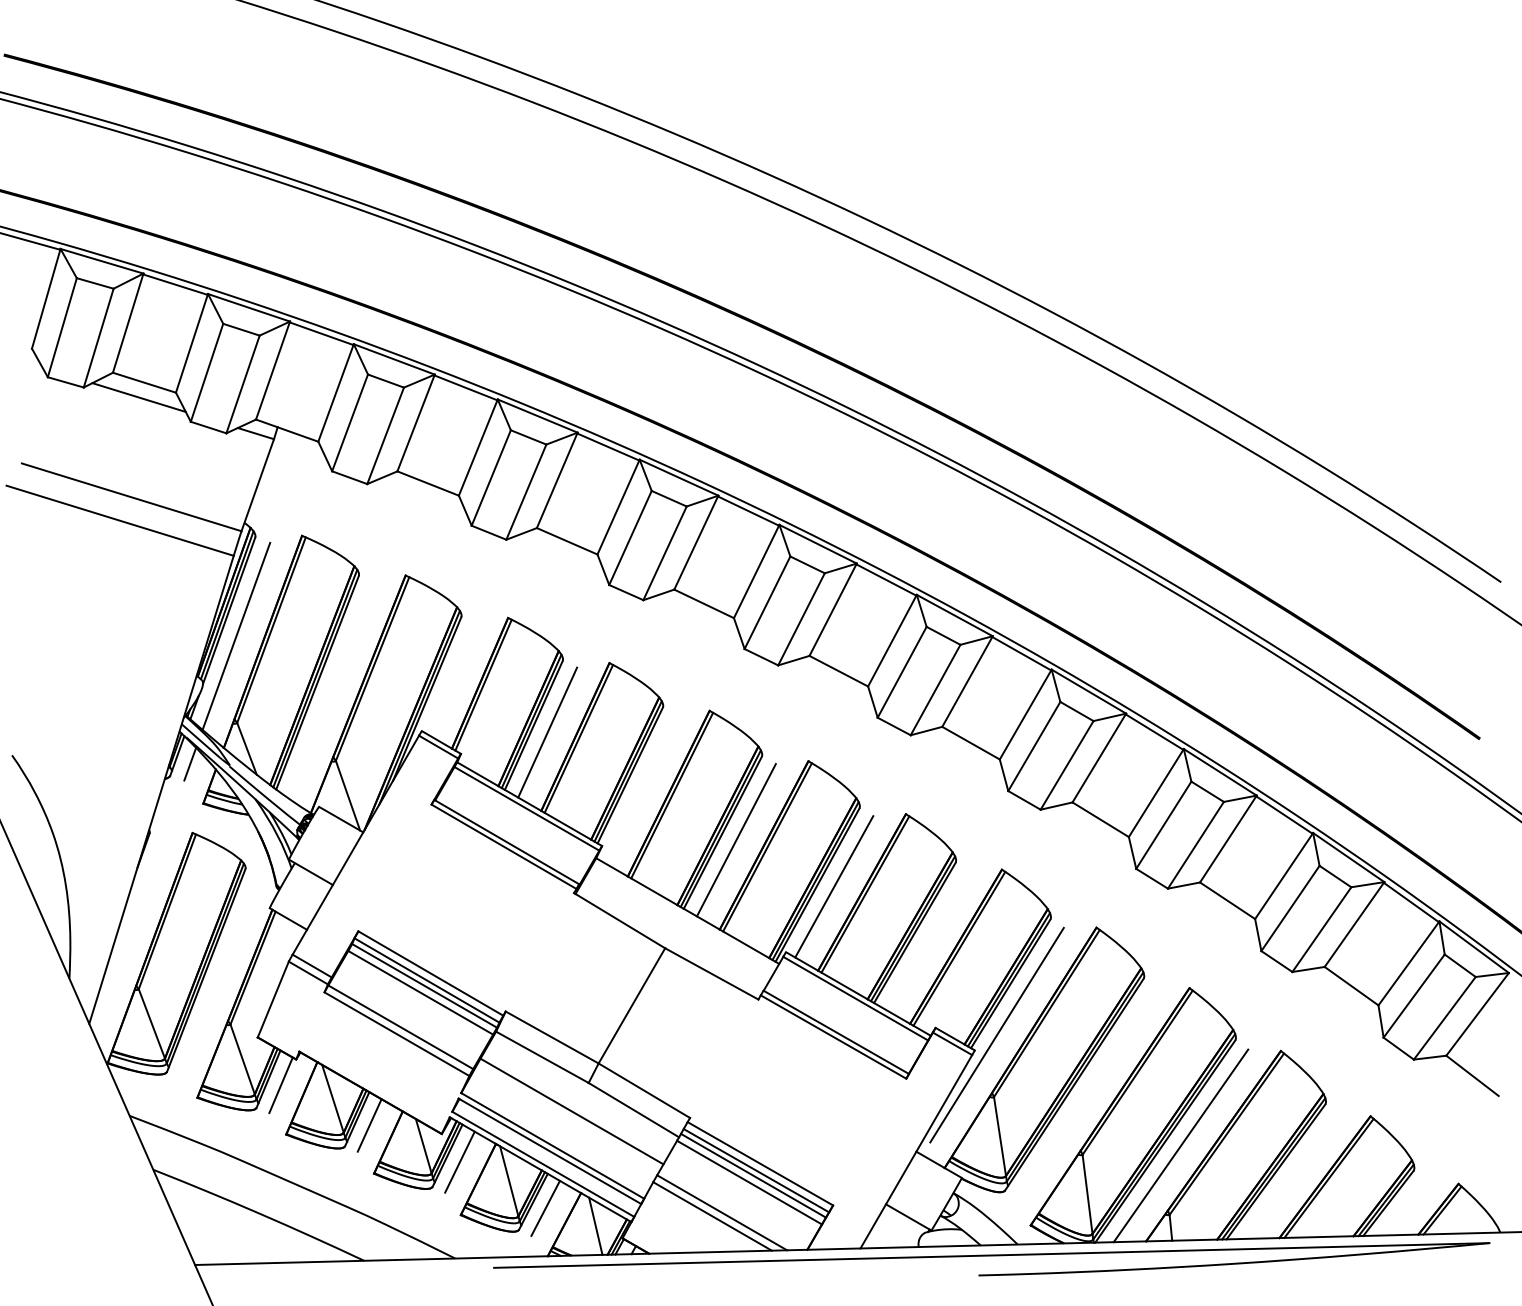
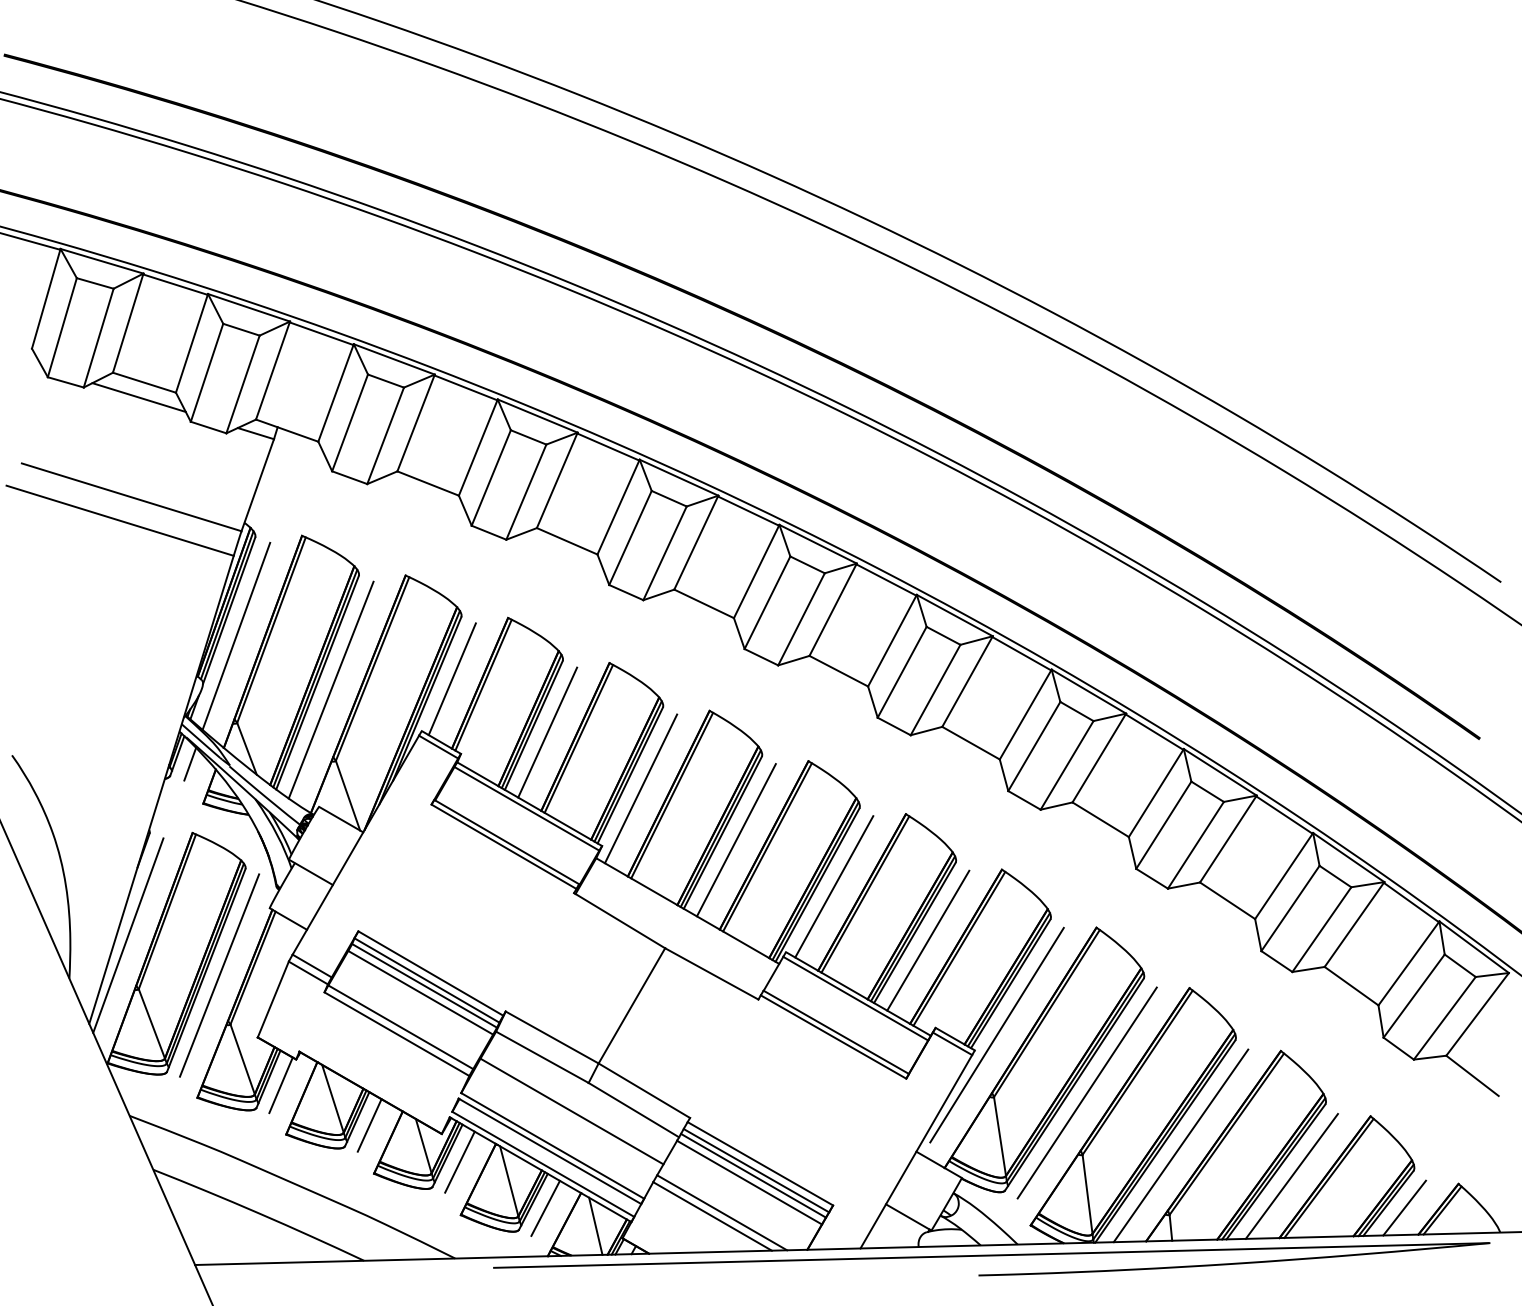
line at (451, 679): none -> present
line at (330, 689): none -> present
line at (640, 788): none -> present
line at (128, 935): none -> present
line at (928, 940): none -> present
line at (219, 975): none -> present
line at (1086, 1092): none -> present
line at (1291, 1176): none -> present
line at (1404, 1207): none -> present
